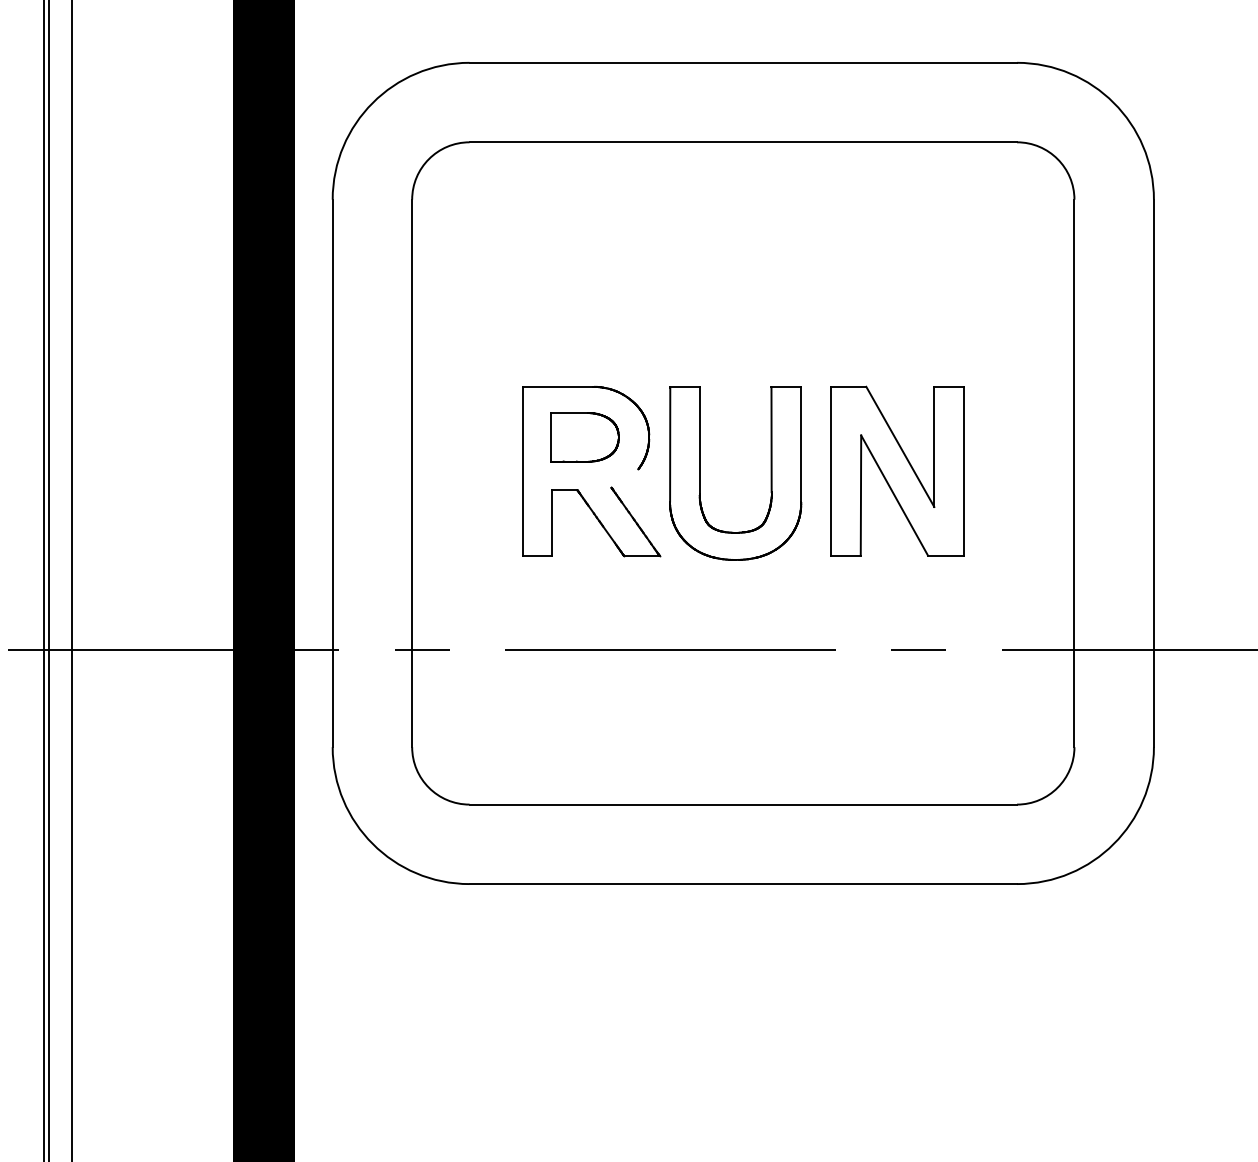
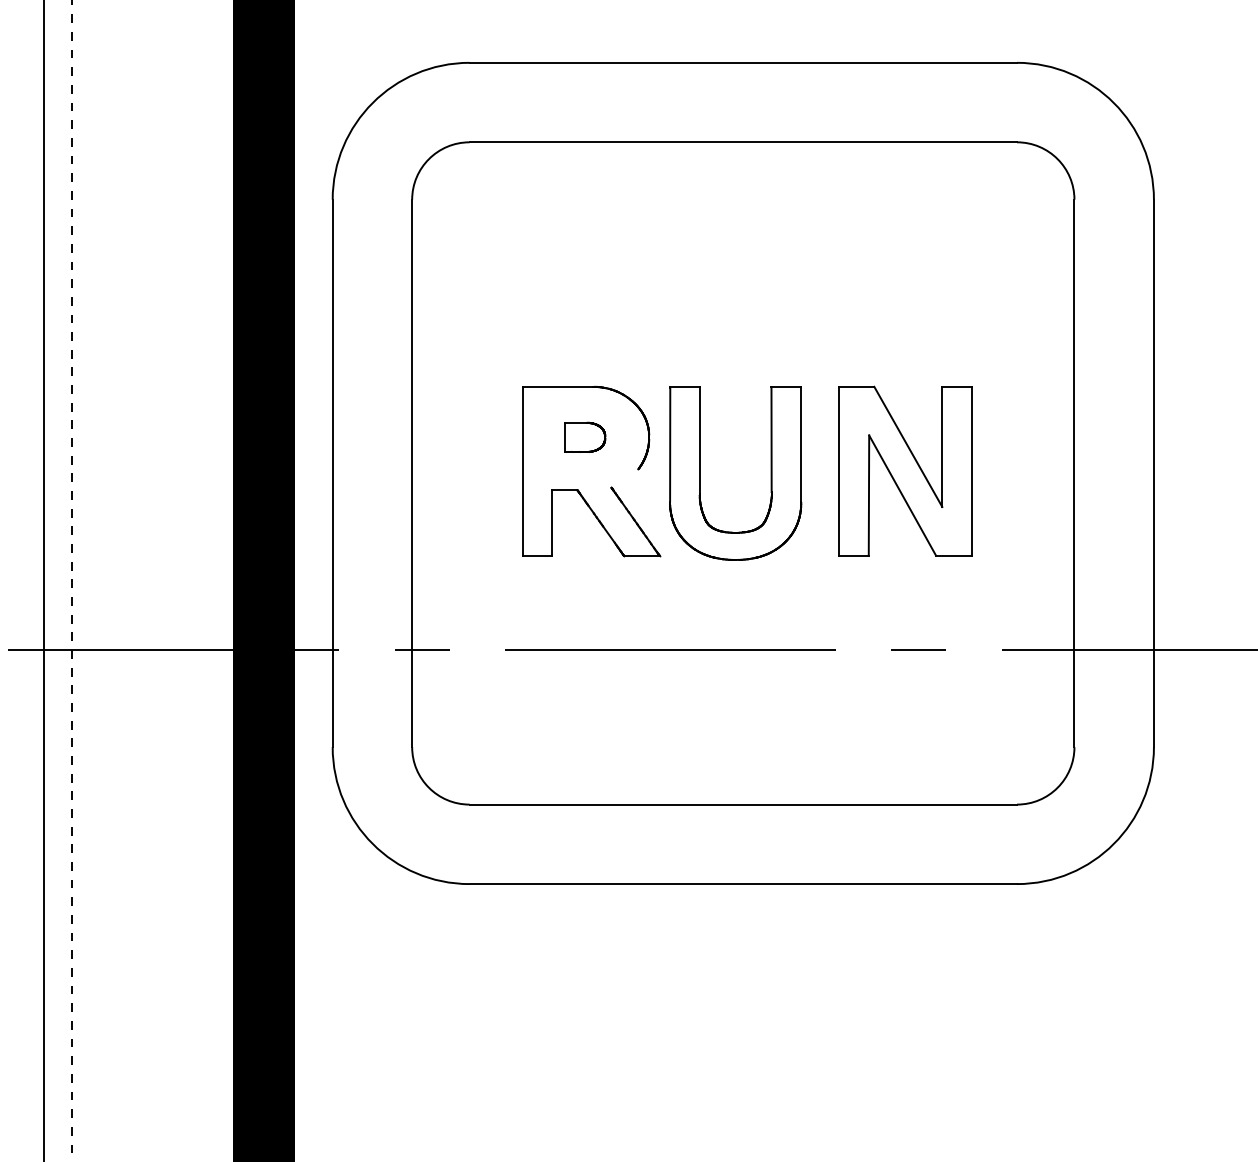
part at (584, 437) size: 70x51 px -> 43x32 px
part at (897, 470) position: (897, 470) -> (905, 470)
line at (49, 580): present -> none
line at (72, 581): solid -> dashed
